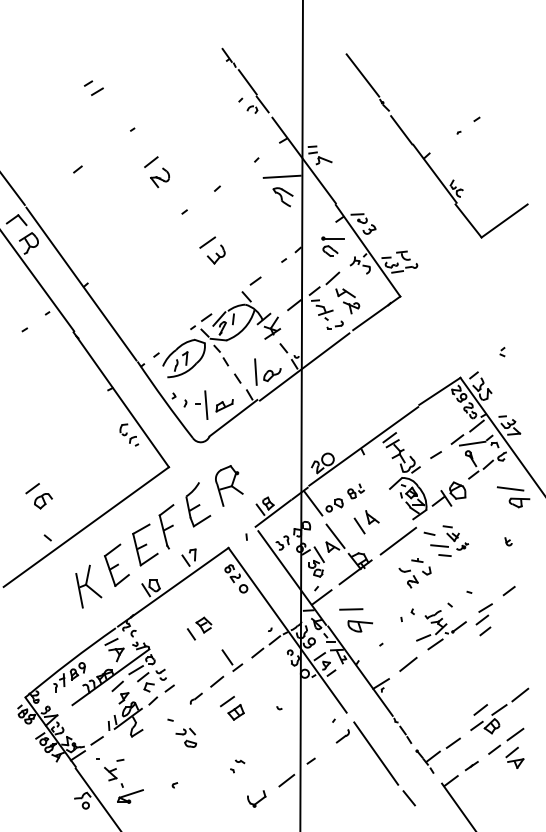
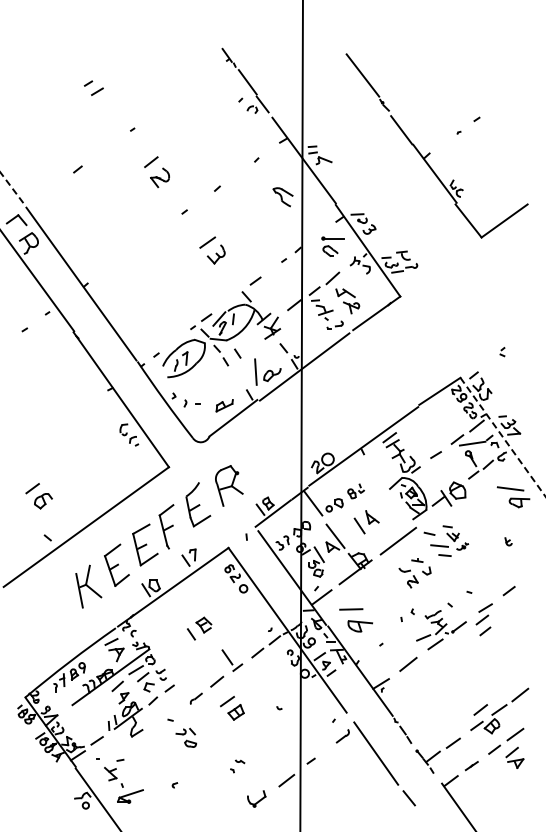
line at (281, 176): present -> none
line at (12, 189): solid -> dashed
line at (237, 378) position: (237, 378) -> (237, 353)
line at (206, 405): present -> none
line at (503, 437): solid -> dashed
